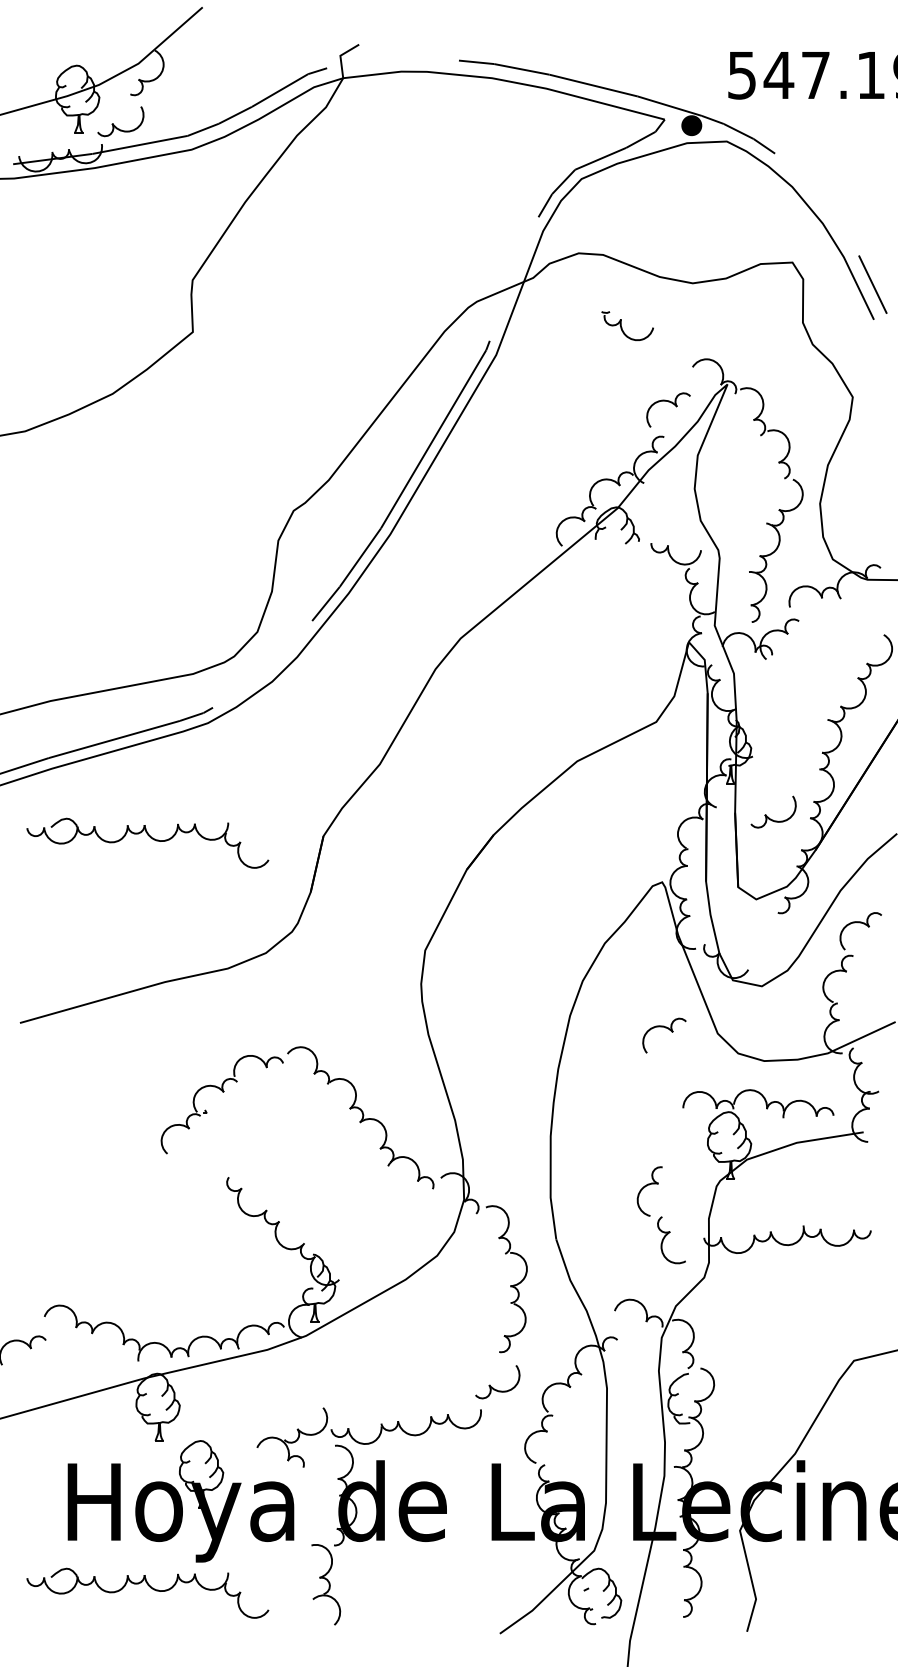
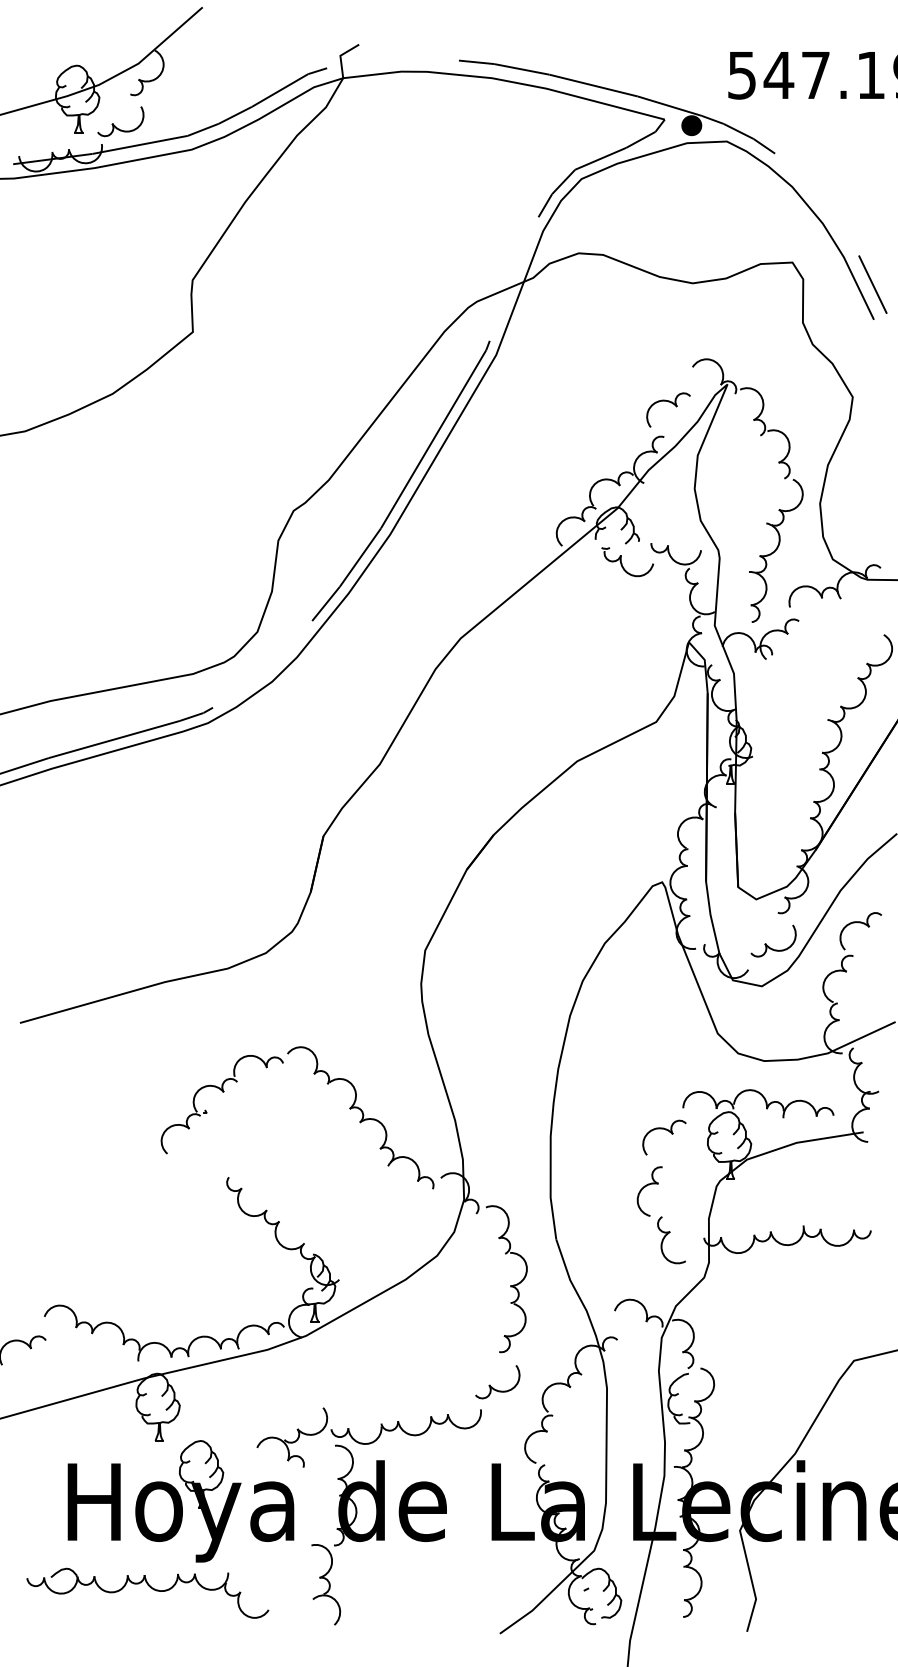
part at (627, 326) position: (627, 326) -> (627, 562)
part at (768, 816) position: (768, 816) -> (768, 945)
part at (147, 842): present -> none
part at (665, 1028) position: (665, 1028) -> (665, 1130)
